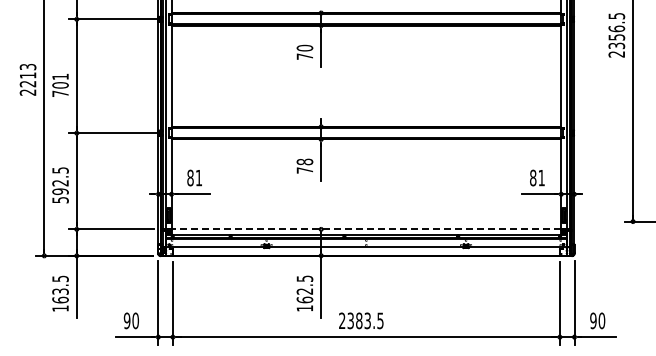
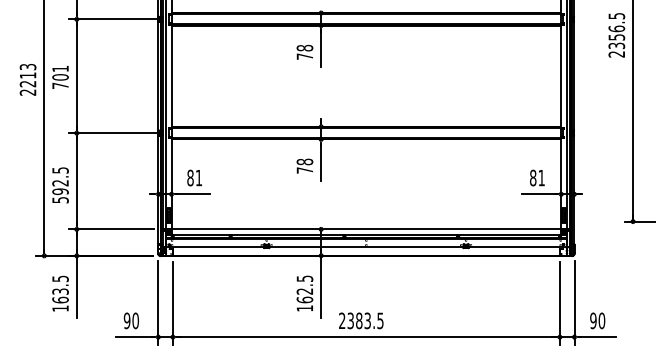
text at (304, 47): 70 -> 78
text at (60, 85) position: (60, 85) -> (60, 77)
line at (366, 229): dashed -> solid
